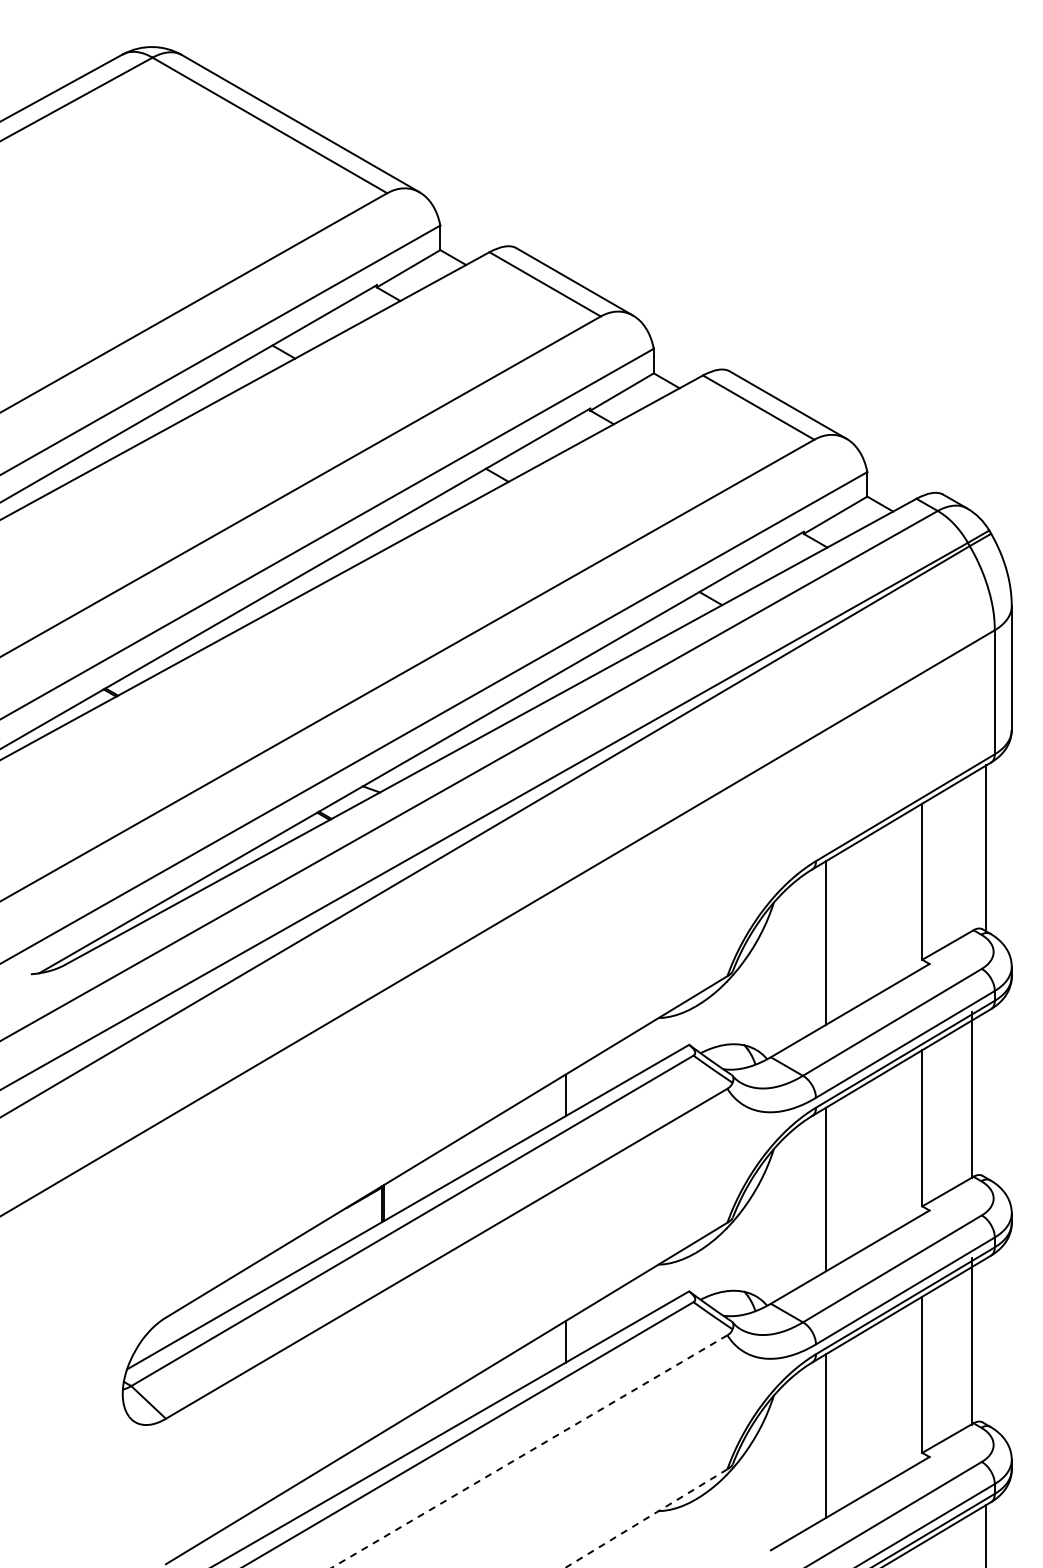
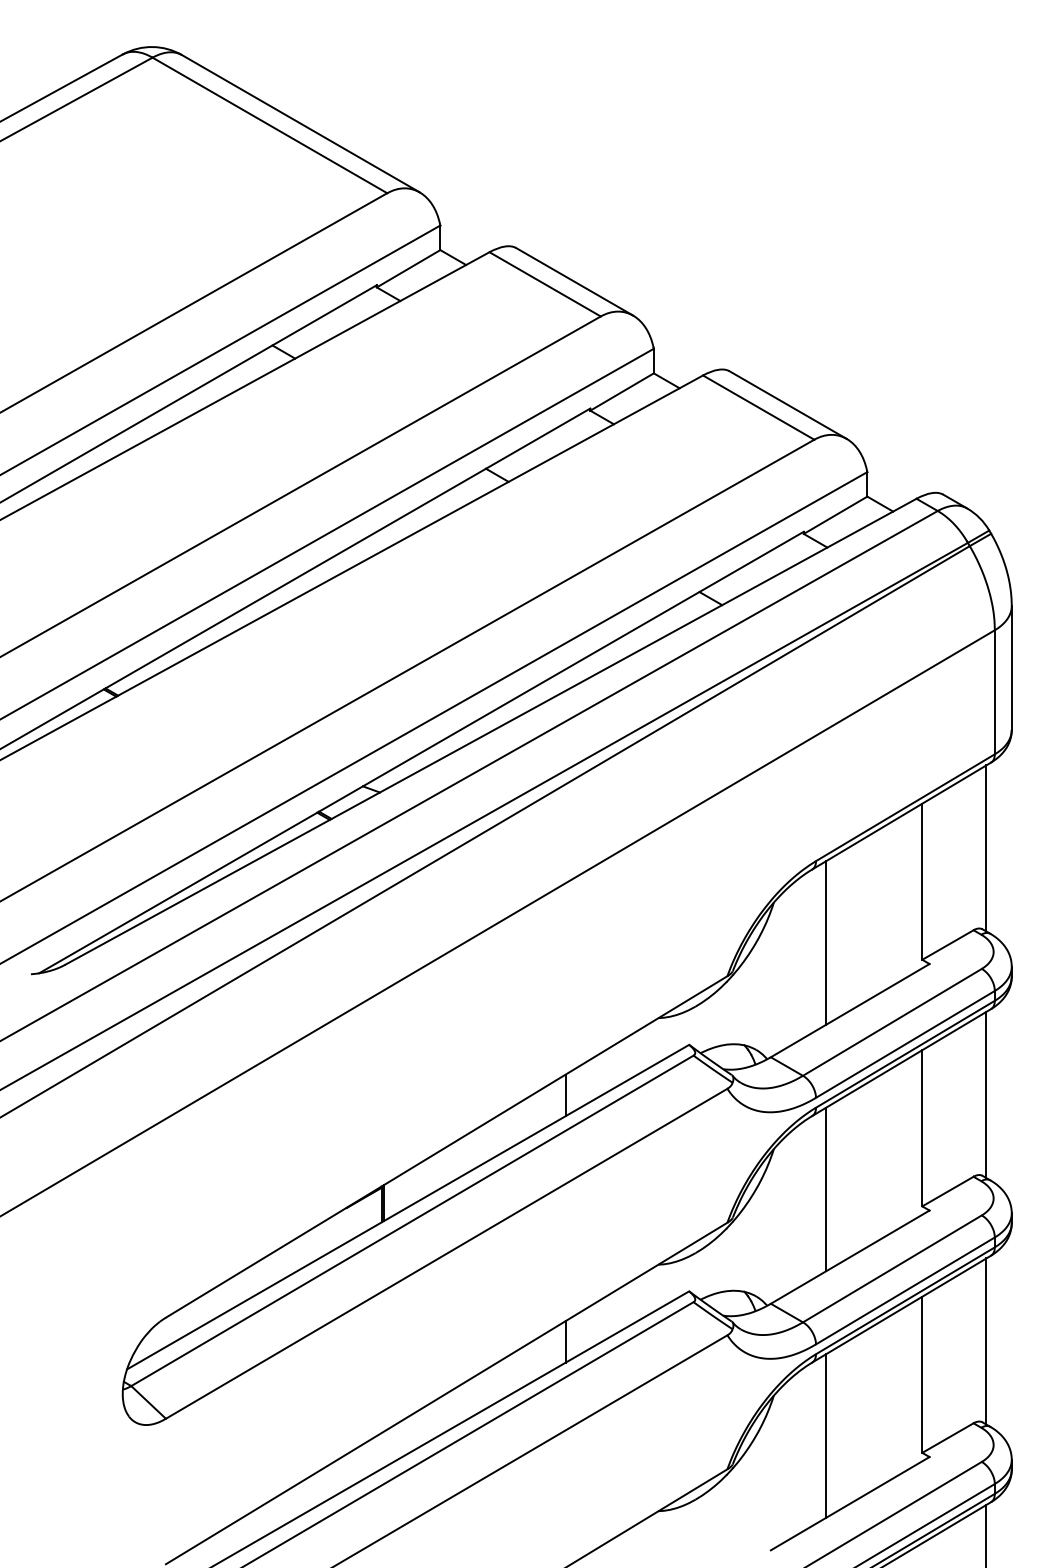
line at (972, 1094) position: (972, 1094) -> (986, 1094)
line at (972, 1341) position: (972, 1341) -> (986, 1341)
line at (529, 1451): dashed -> solid
line at (646, 1518): dashed -> solid
